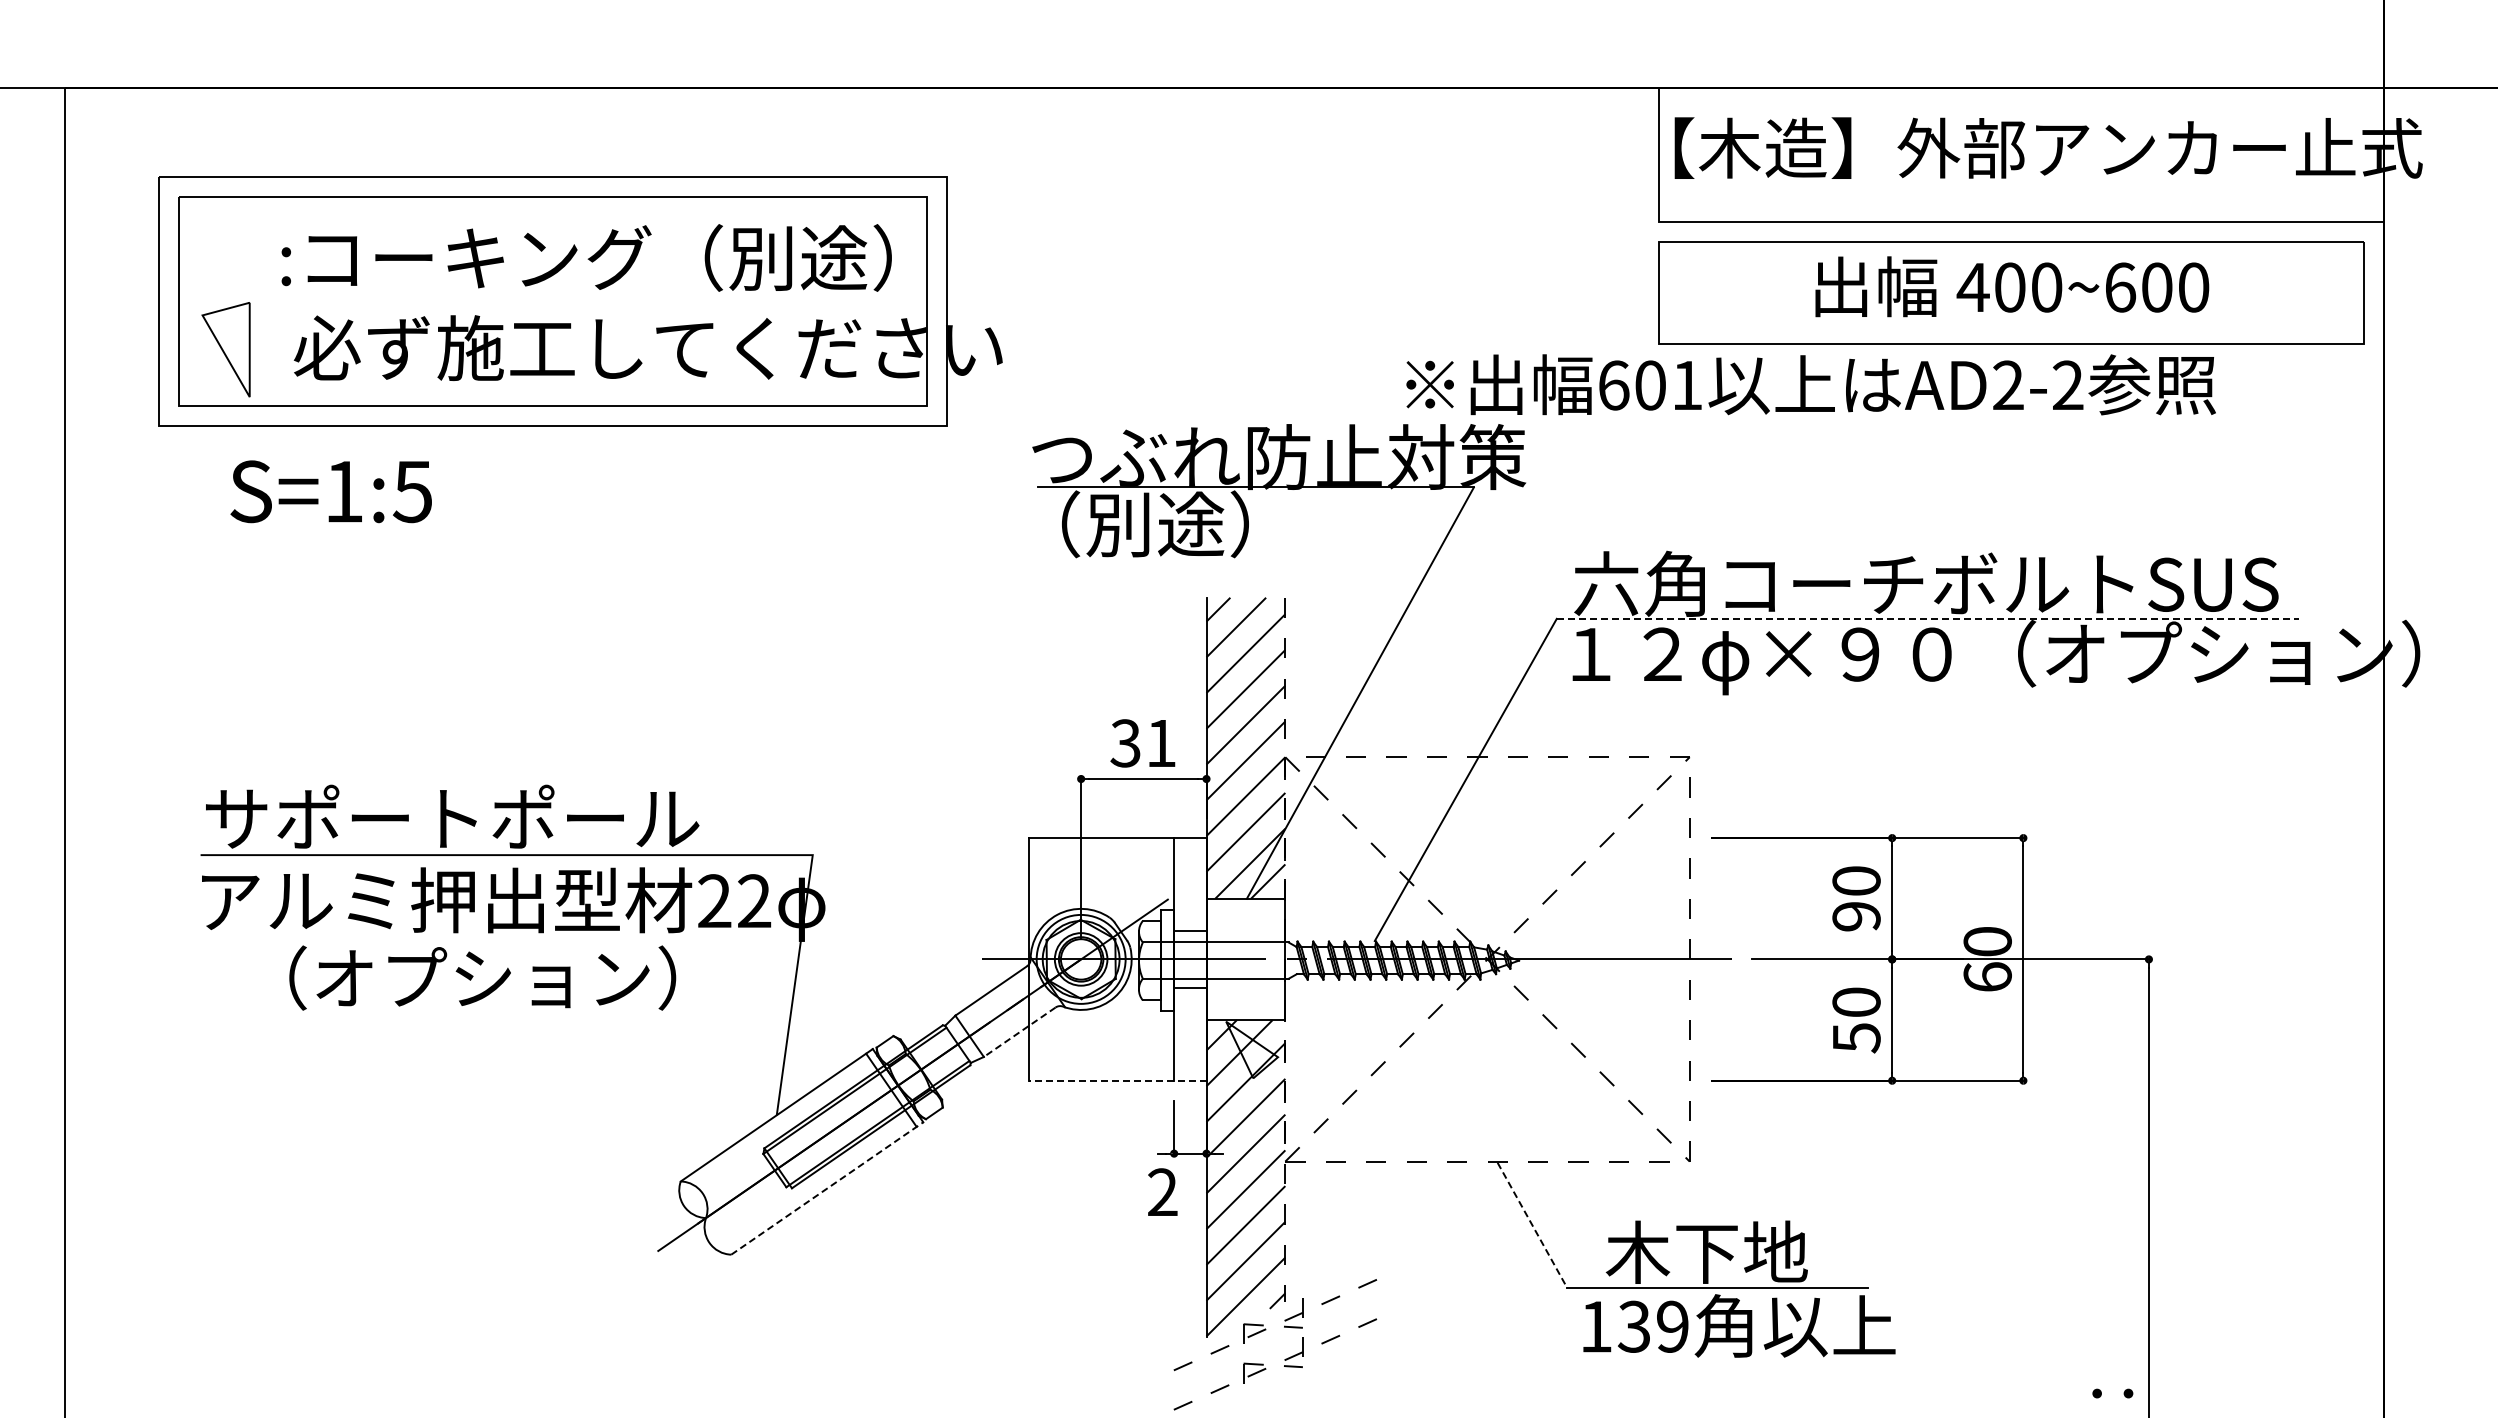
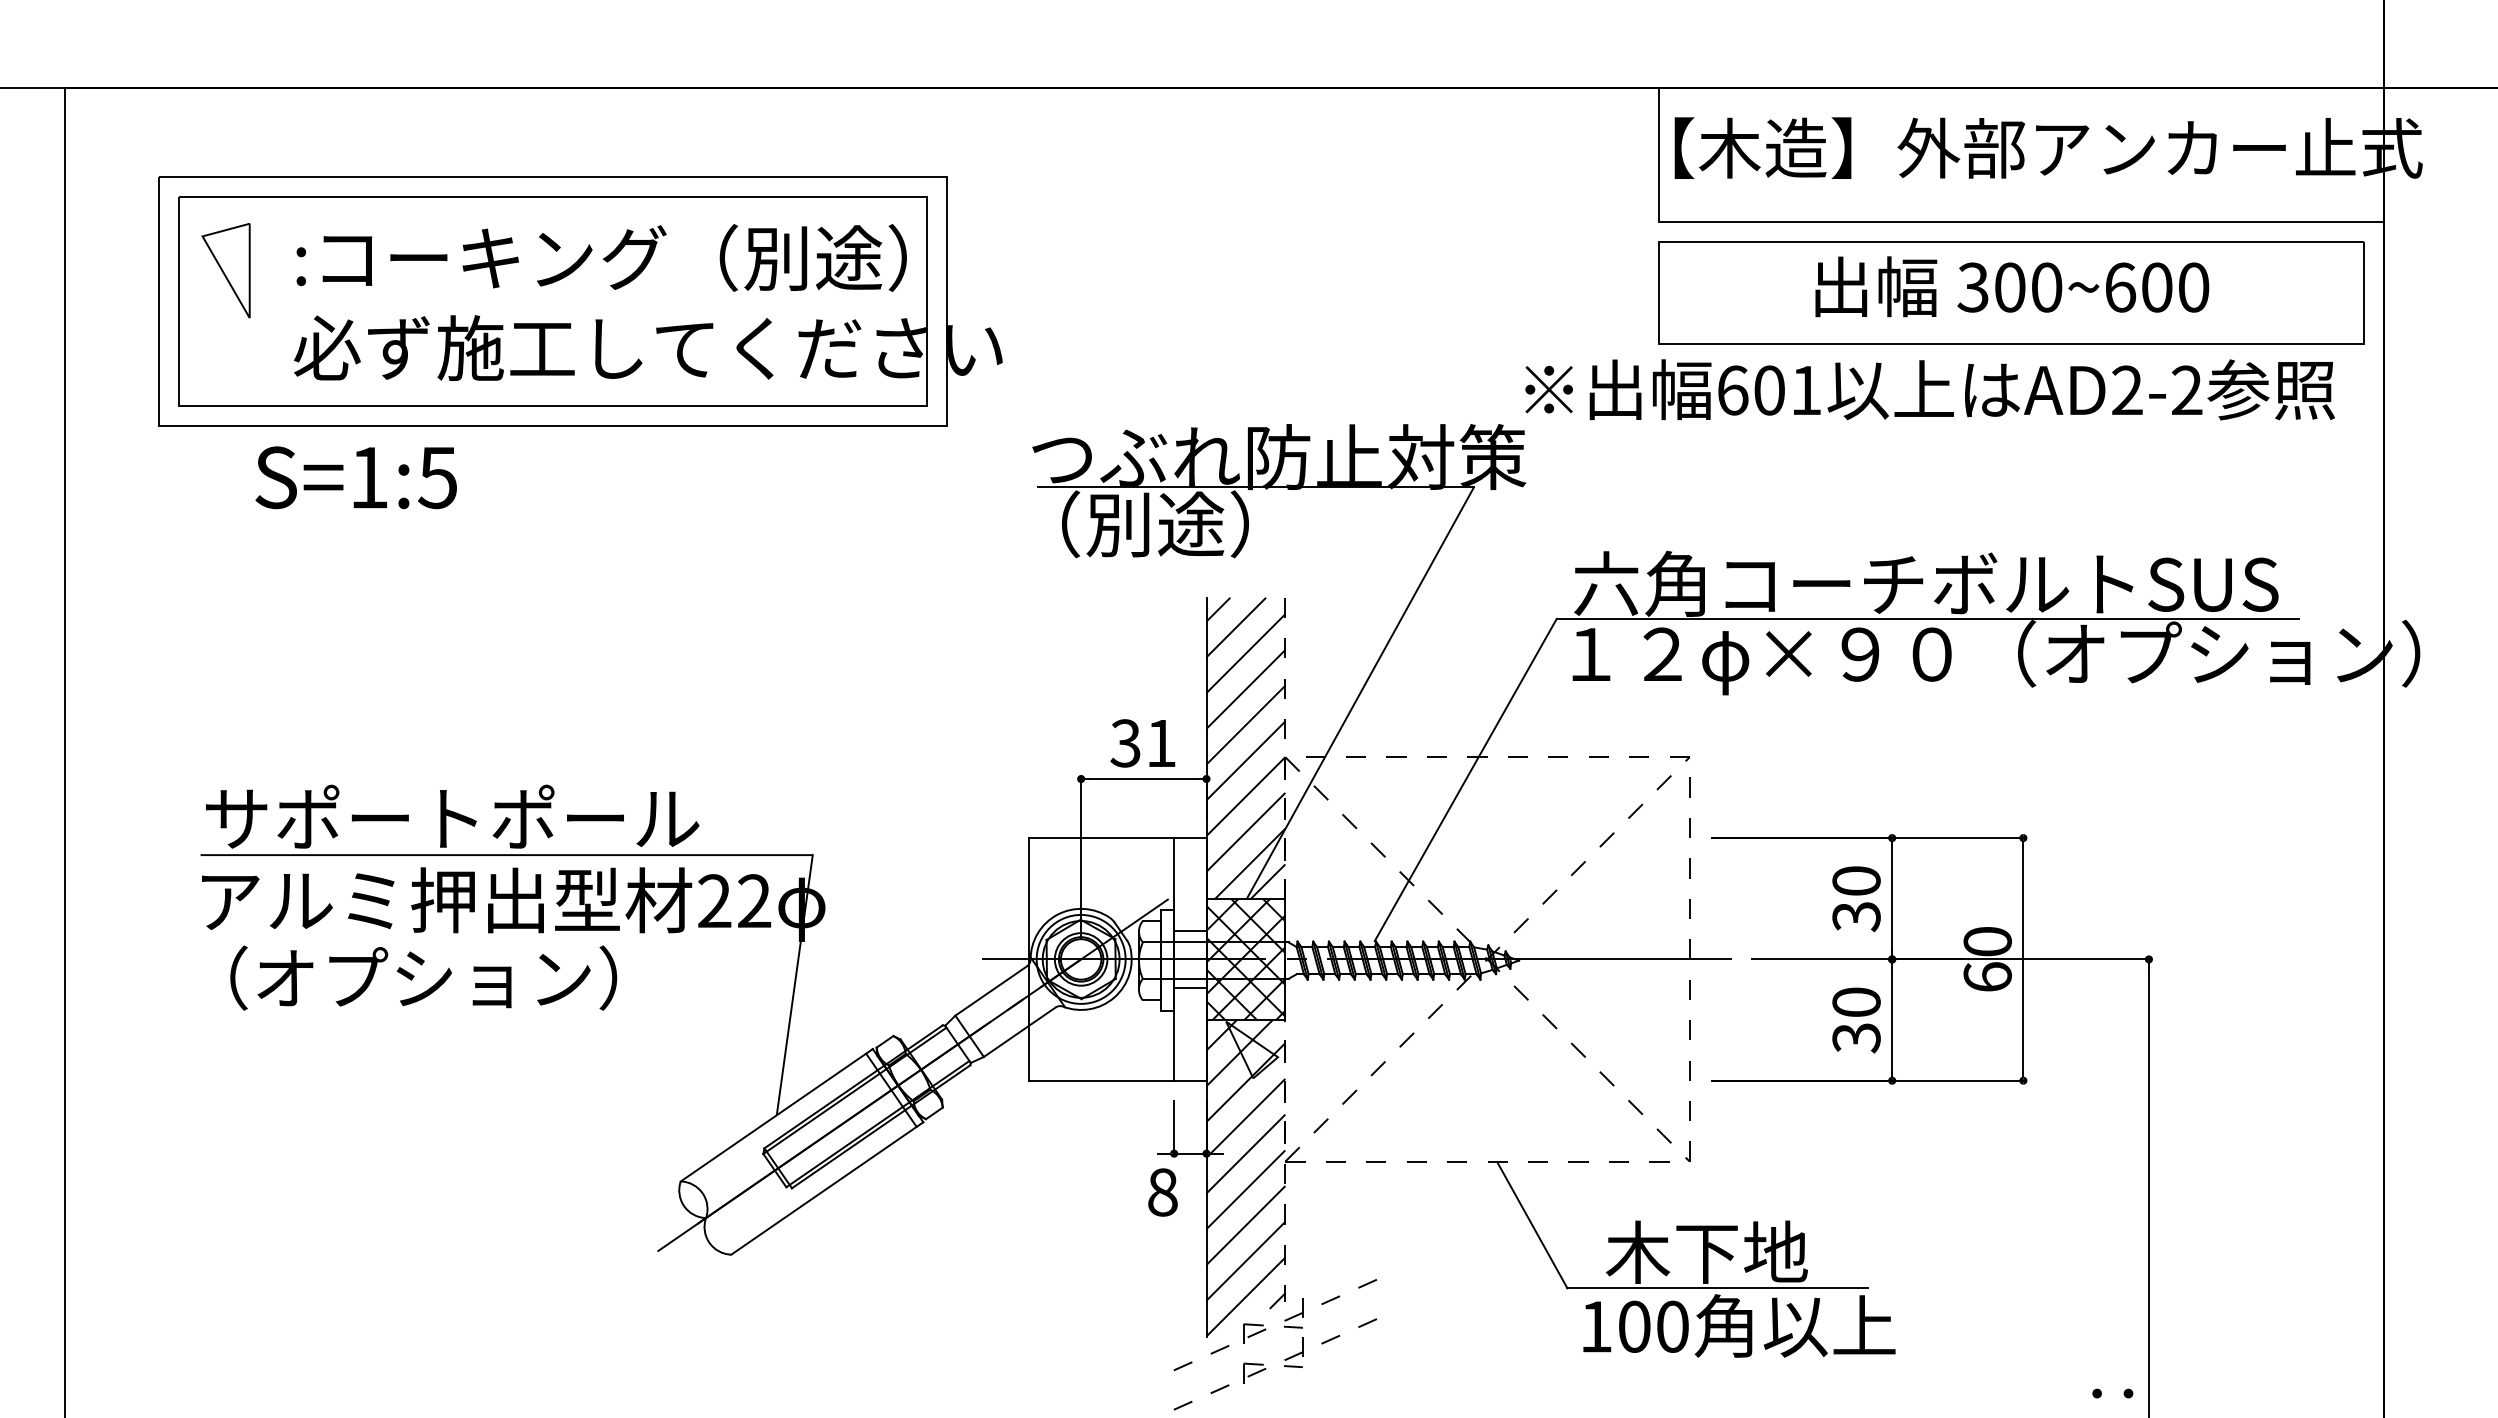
text at (586, 257) position: (586, 257) -> (601, 257)
text at (1972, 287): 400~600 -> 300~600
part at (225, 349) position: (225, 349) -> (225, 270)
text at (1810, 384) position: (1810, 384) -> (1929, 389)
text at (330, 491) position: (330, 491) -> (355, 477)
line at (1927, 618): dashed -> solid
text at (1856, 917): 90 -> 30
hatch at (1245, 959): none -> present
text at (482, 977) position: (482, 977) -> (423, 977)
line at (1019, 1032): dashed -> solid
text at (1856, 1038): 50 -> 30
line at (1117, 1080): dashed -> solid
line at (827, 1188): dashed -> solid
text at (1162, 1192): 2 -> 8
line at (1532, 1225): dashed -> solid
text at (1653, 1326): 139 -> 100
